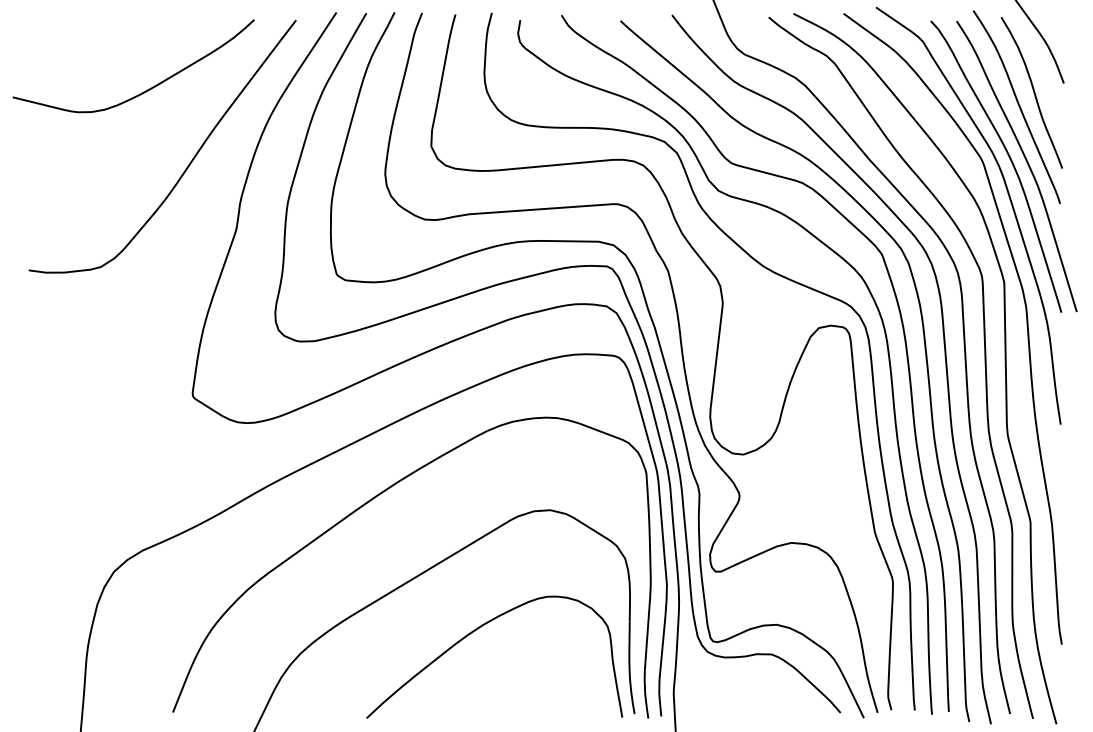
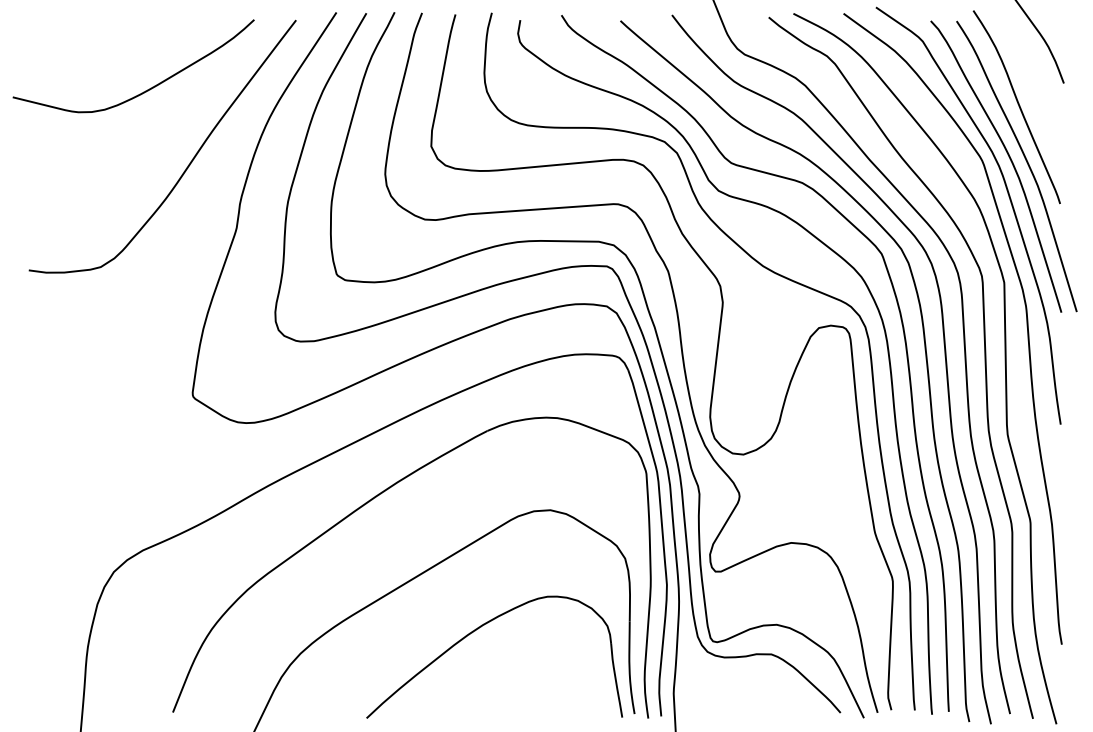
curve at (1033, 92): present -> none
